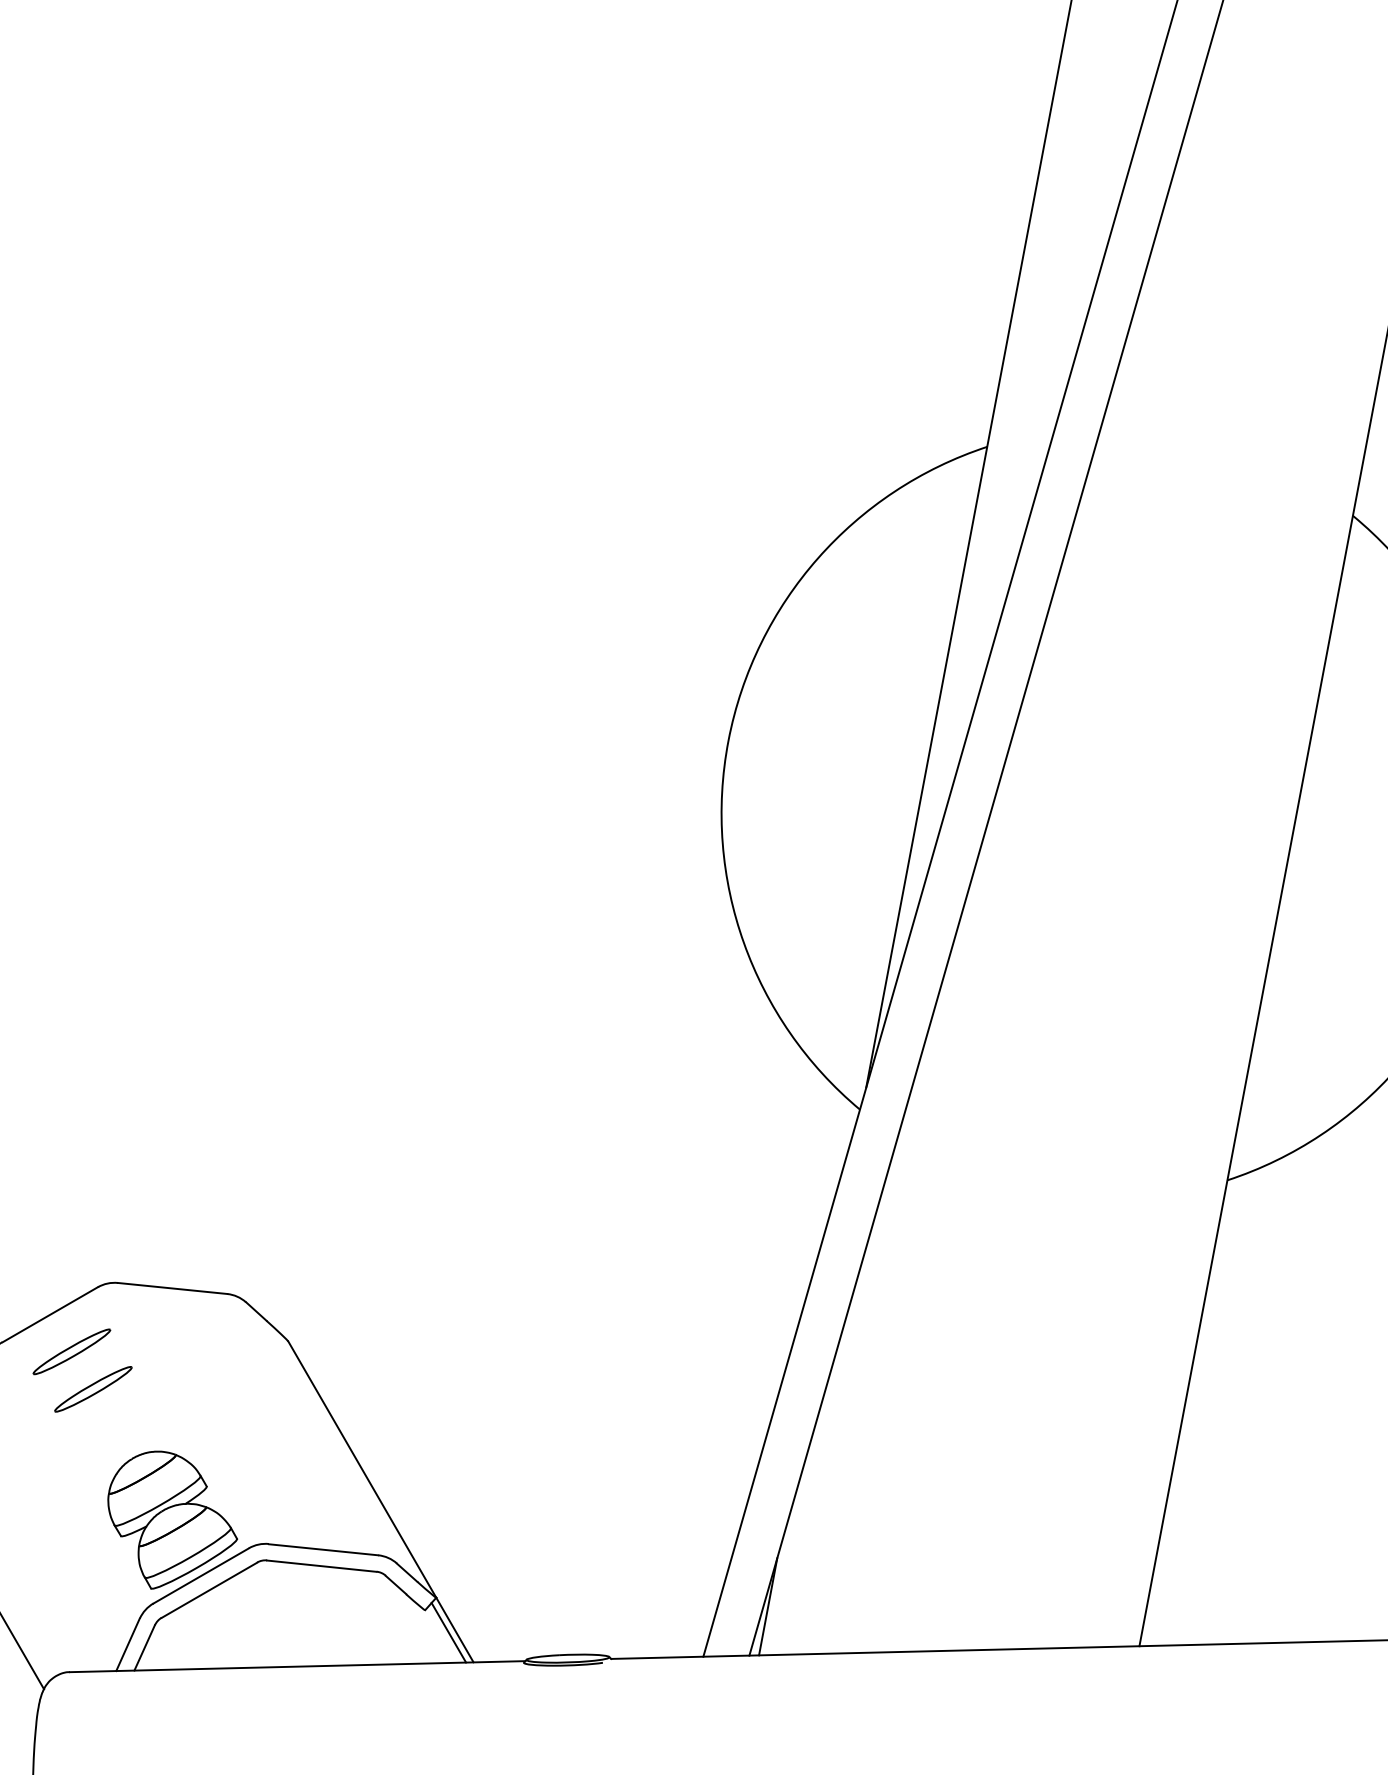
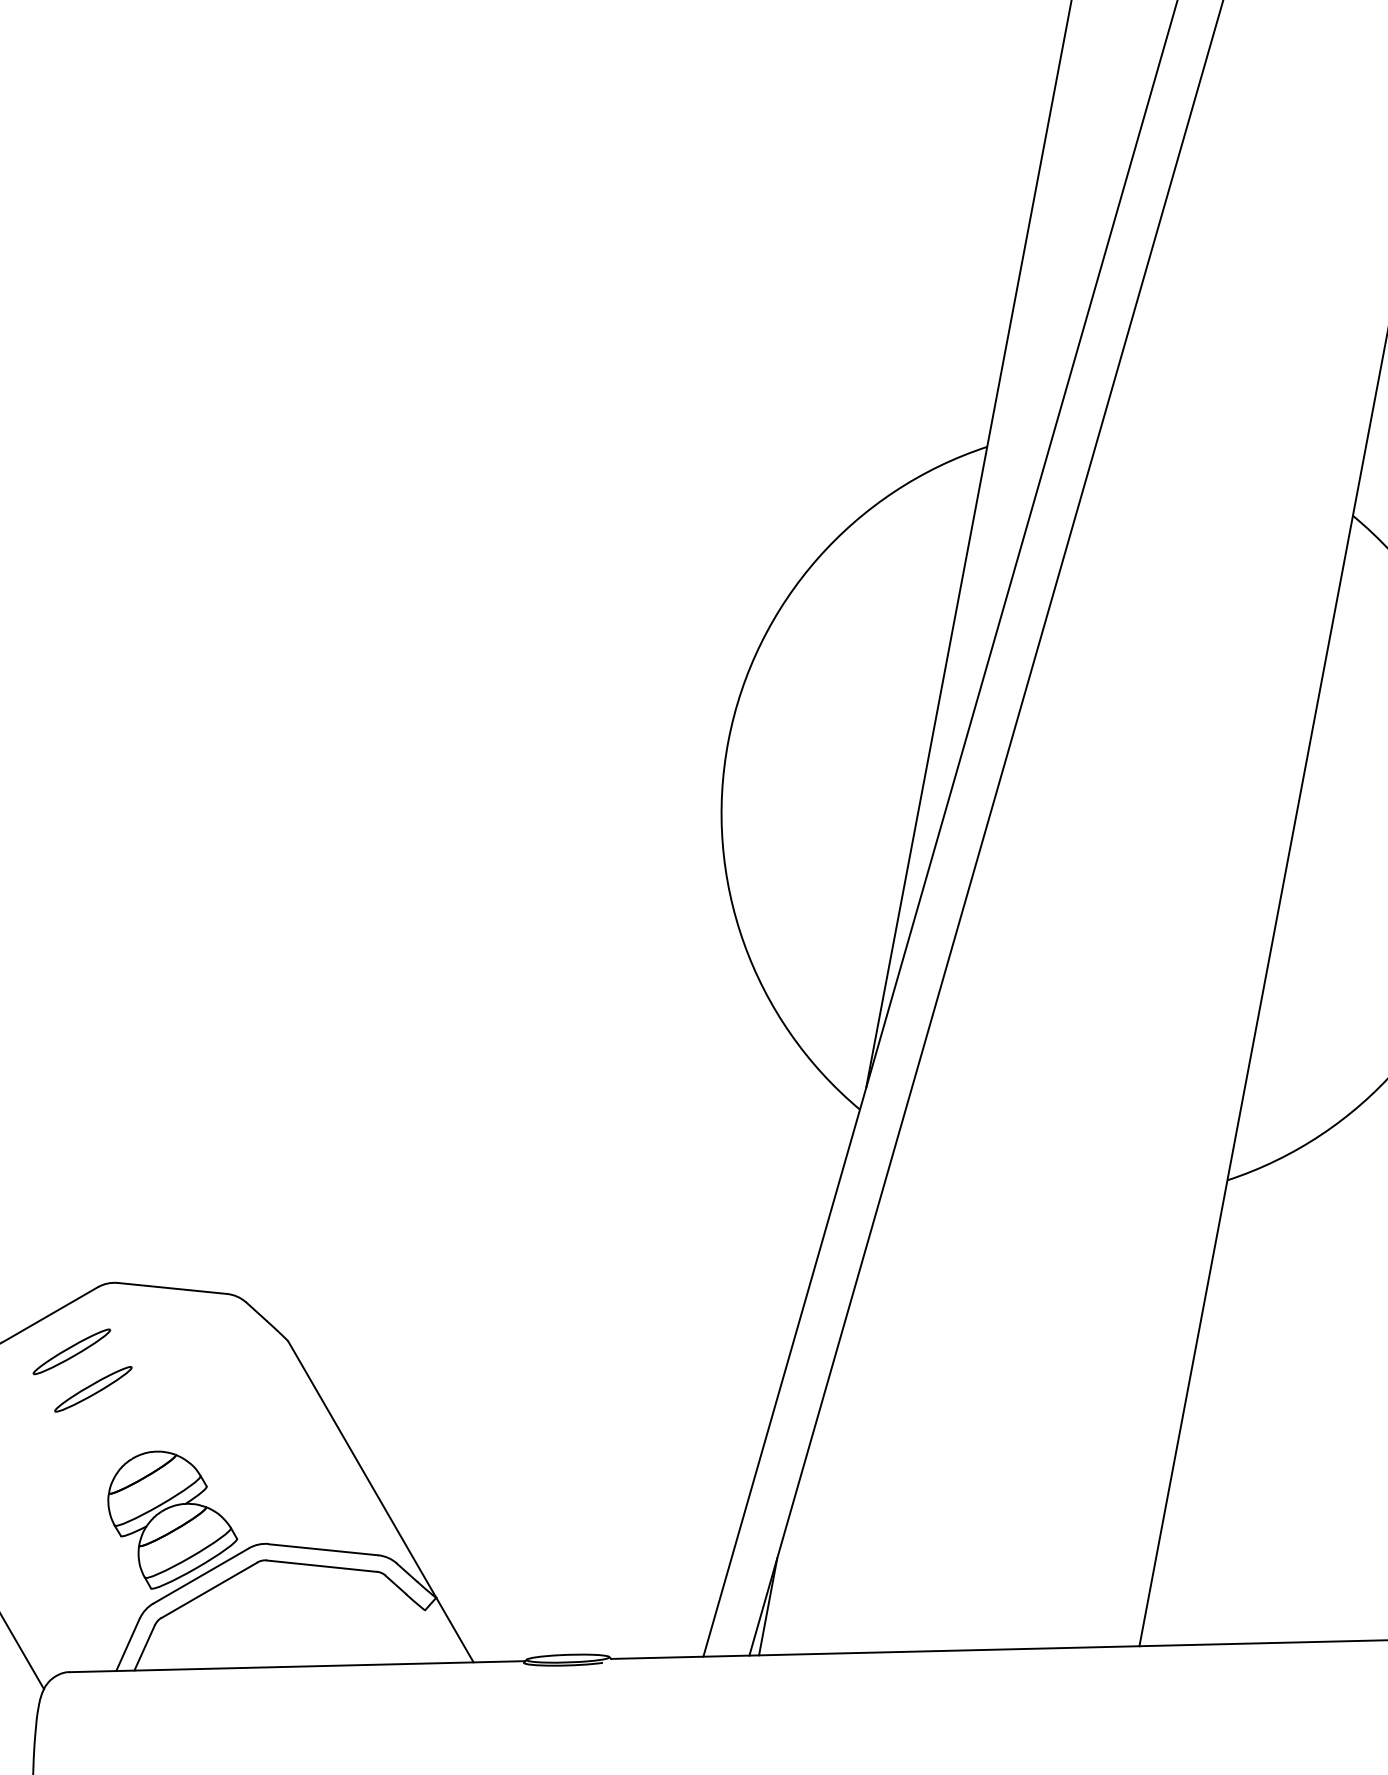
line at (448, 1632): present -> none
